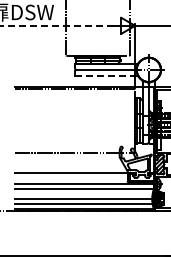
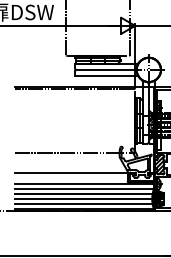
line at (60, 25): dashed -> solid
line at (106, 76): dashed -> solid
line at (83, 193): none -> present
